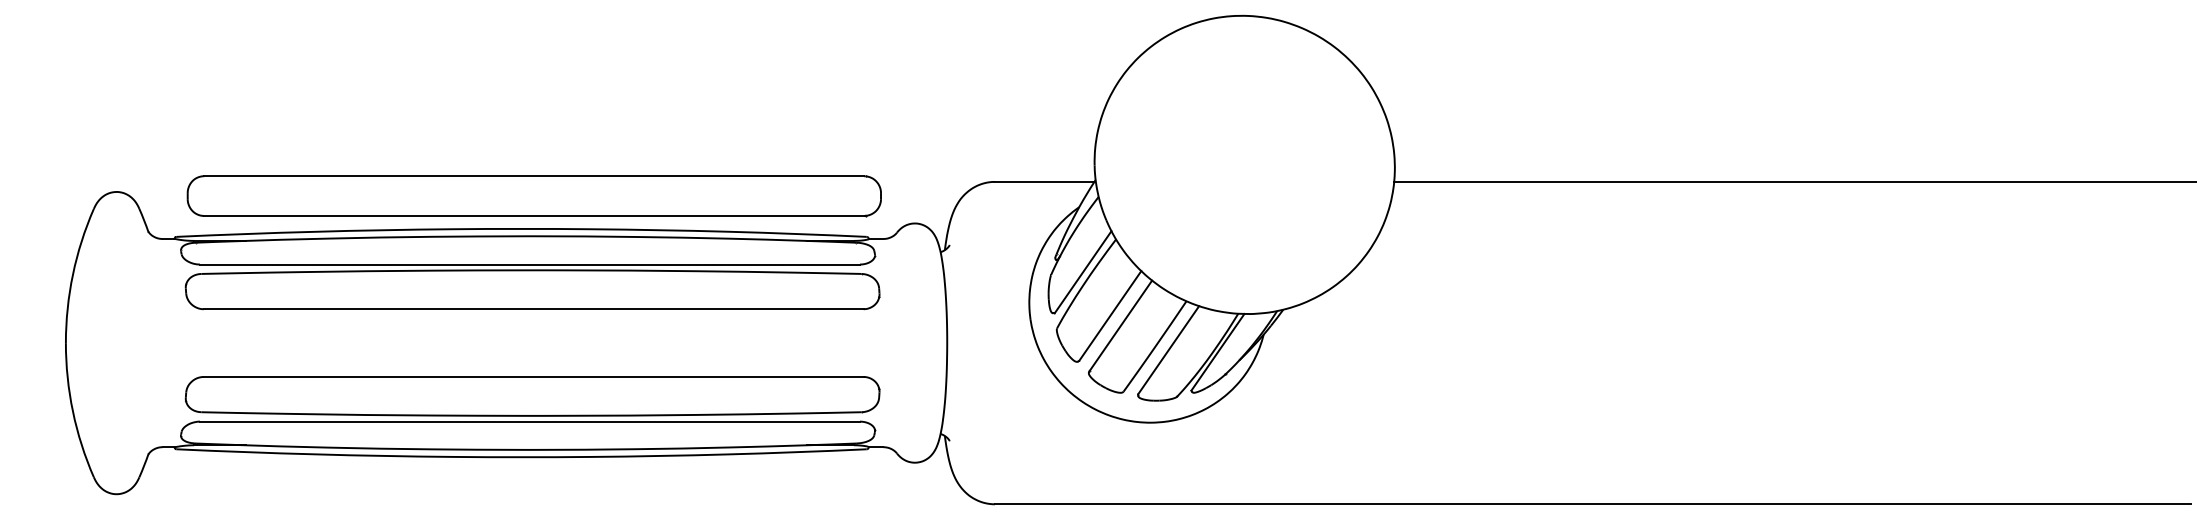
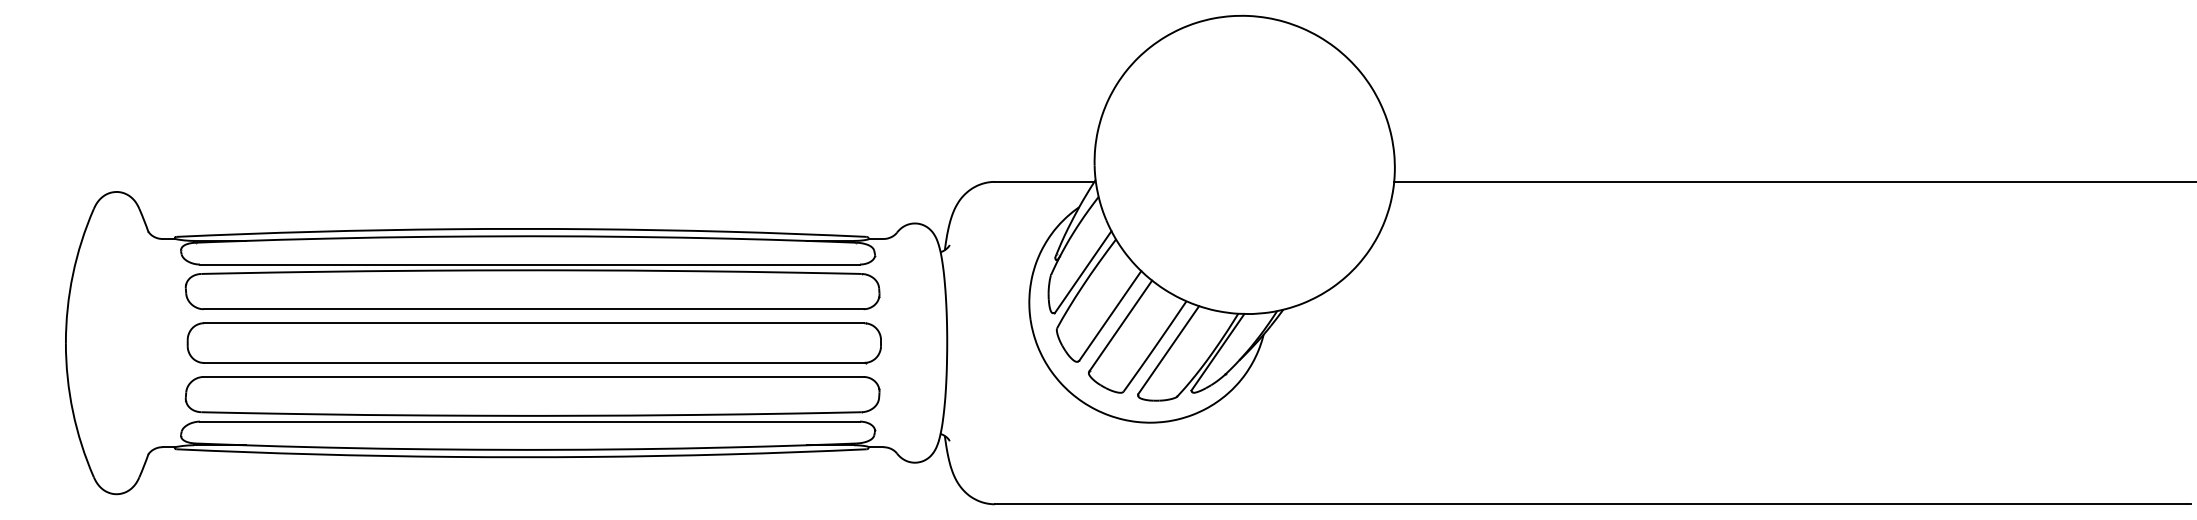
part at (533, 196) position: (533, 196) -> (533, 343)
